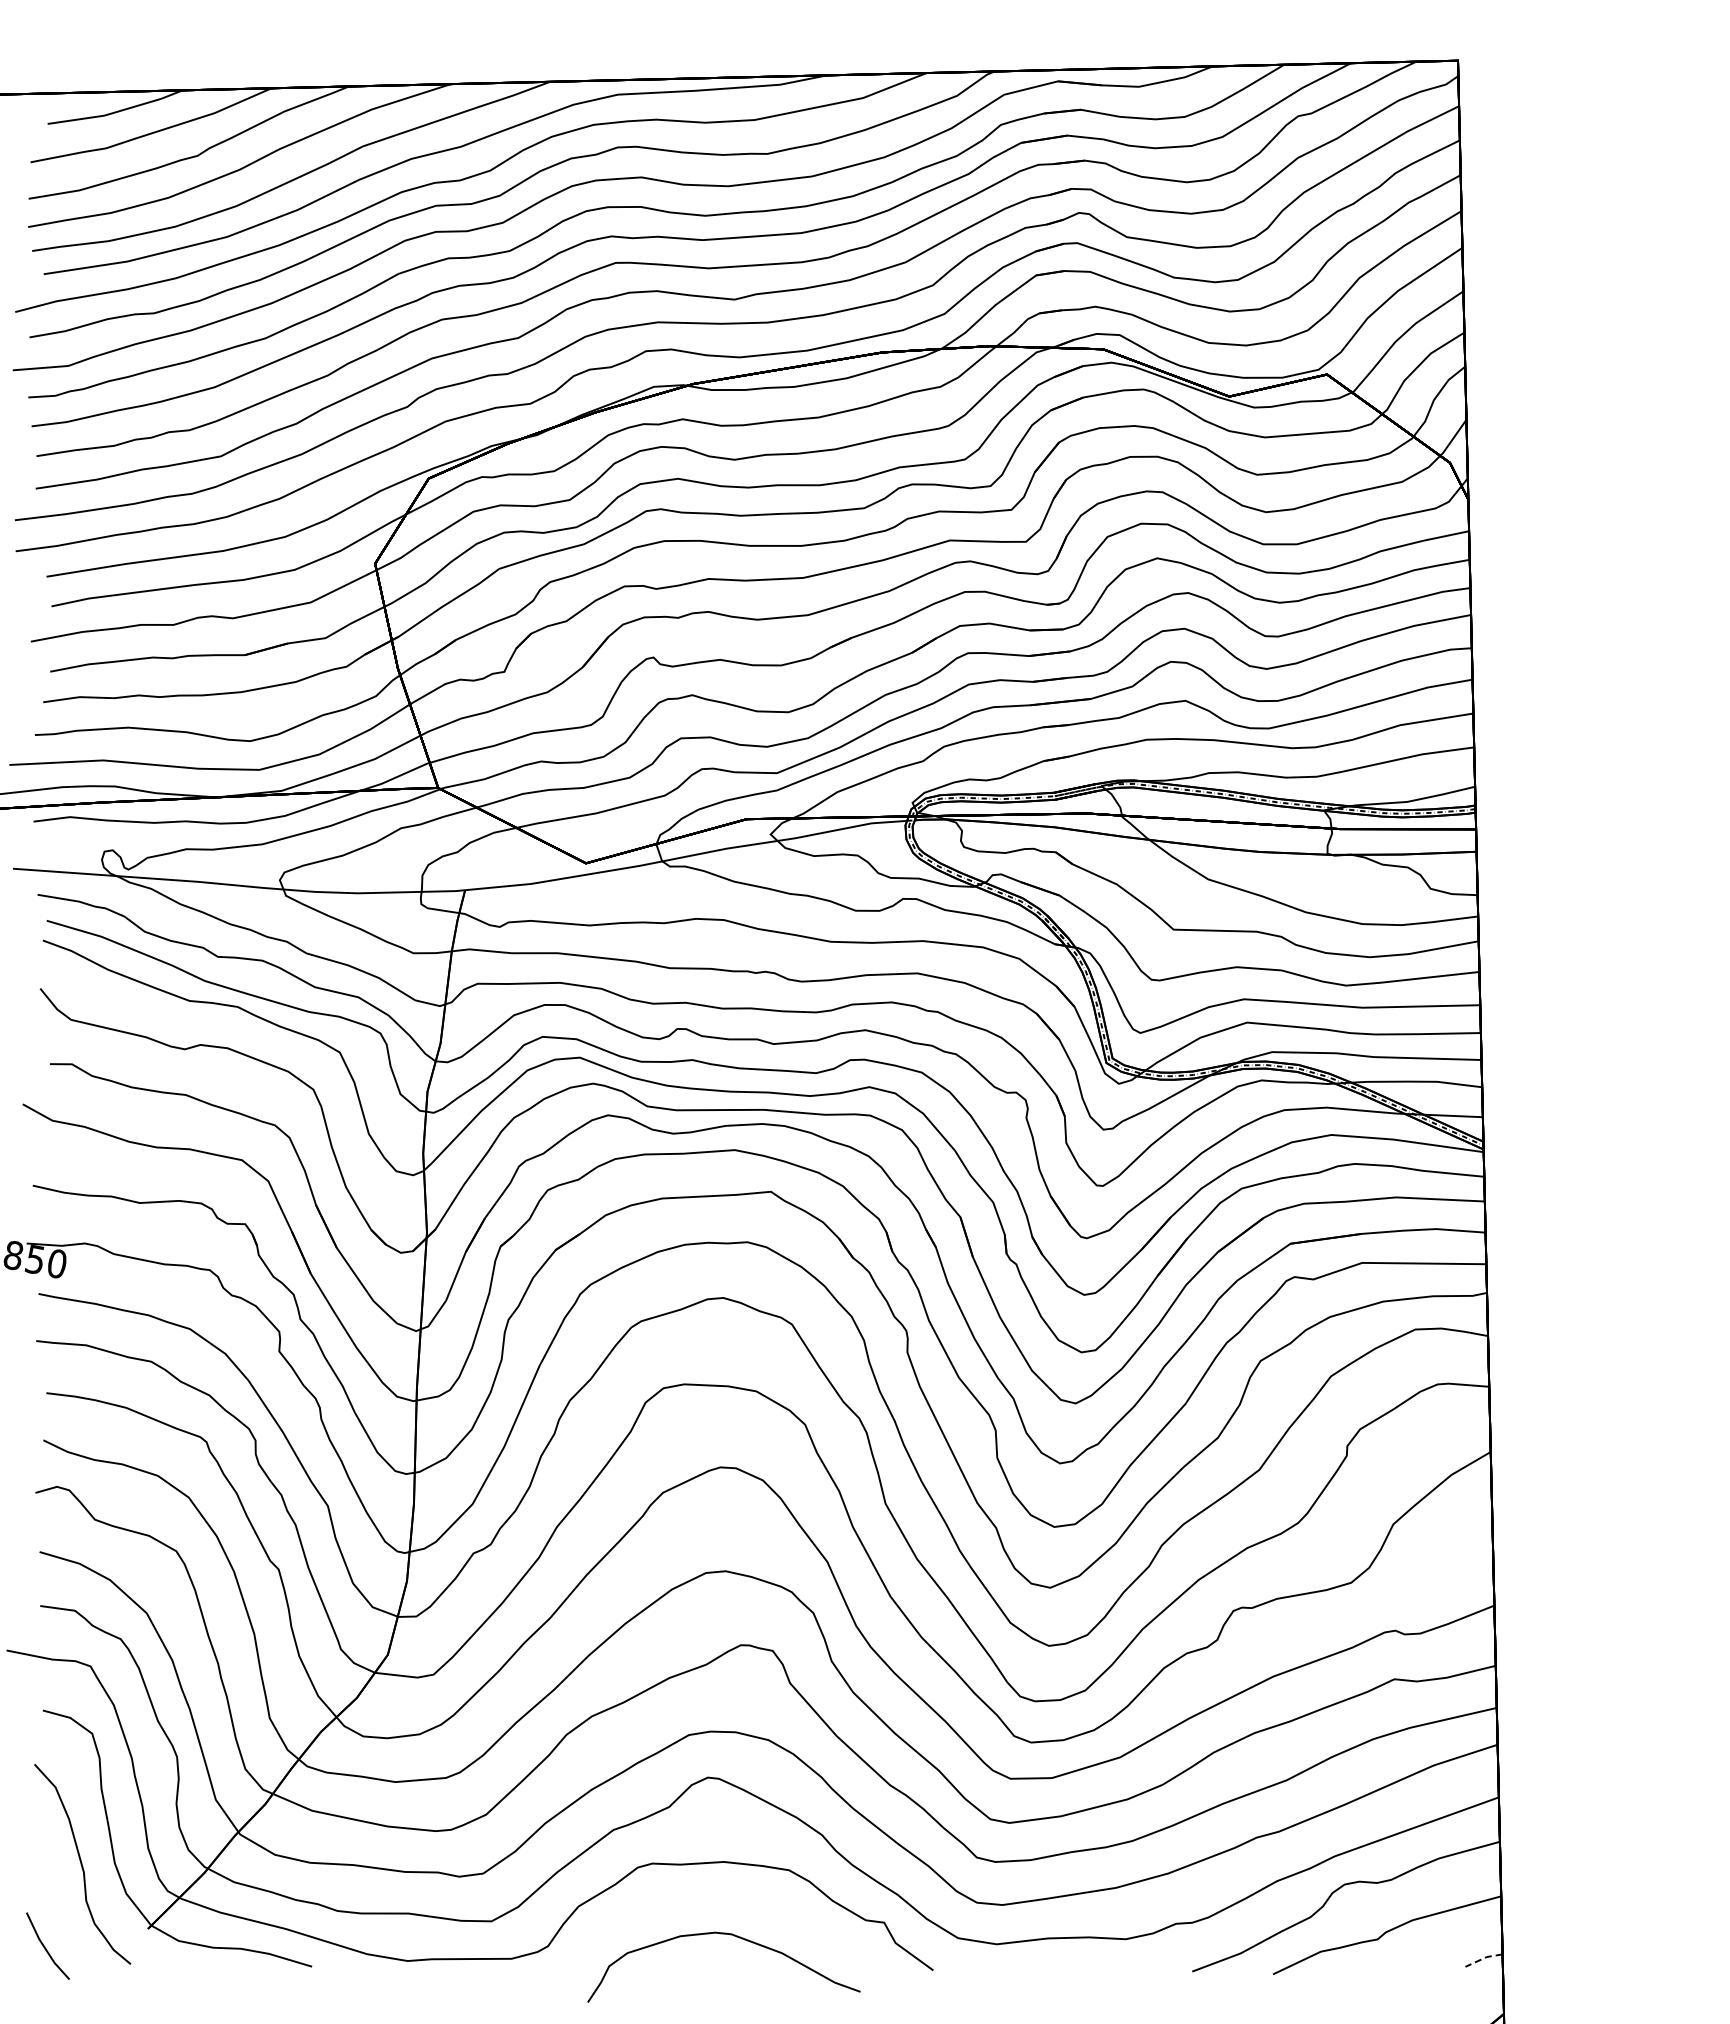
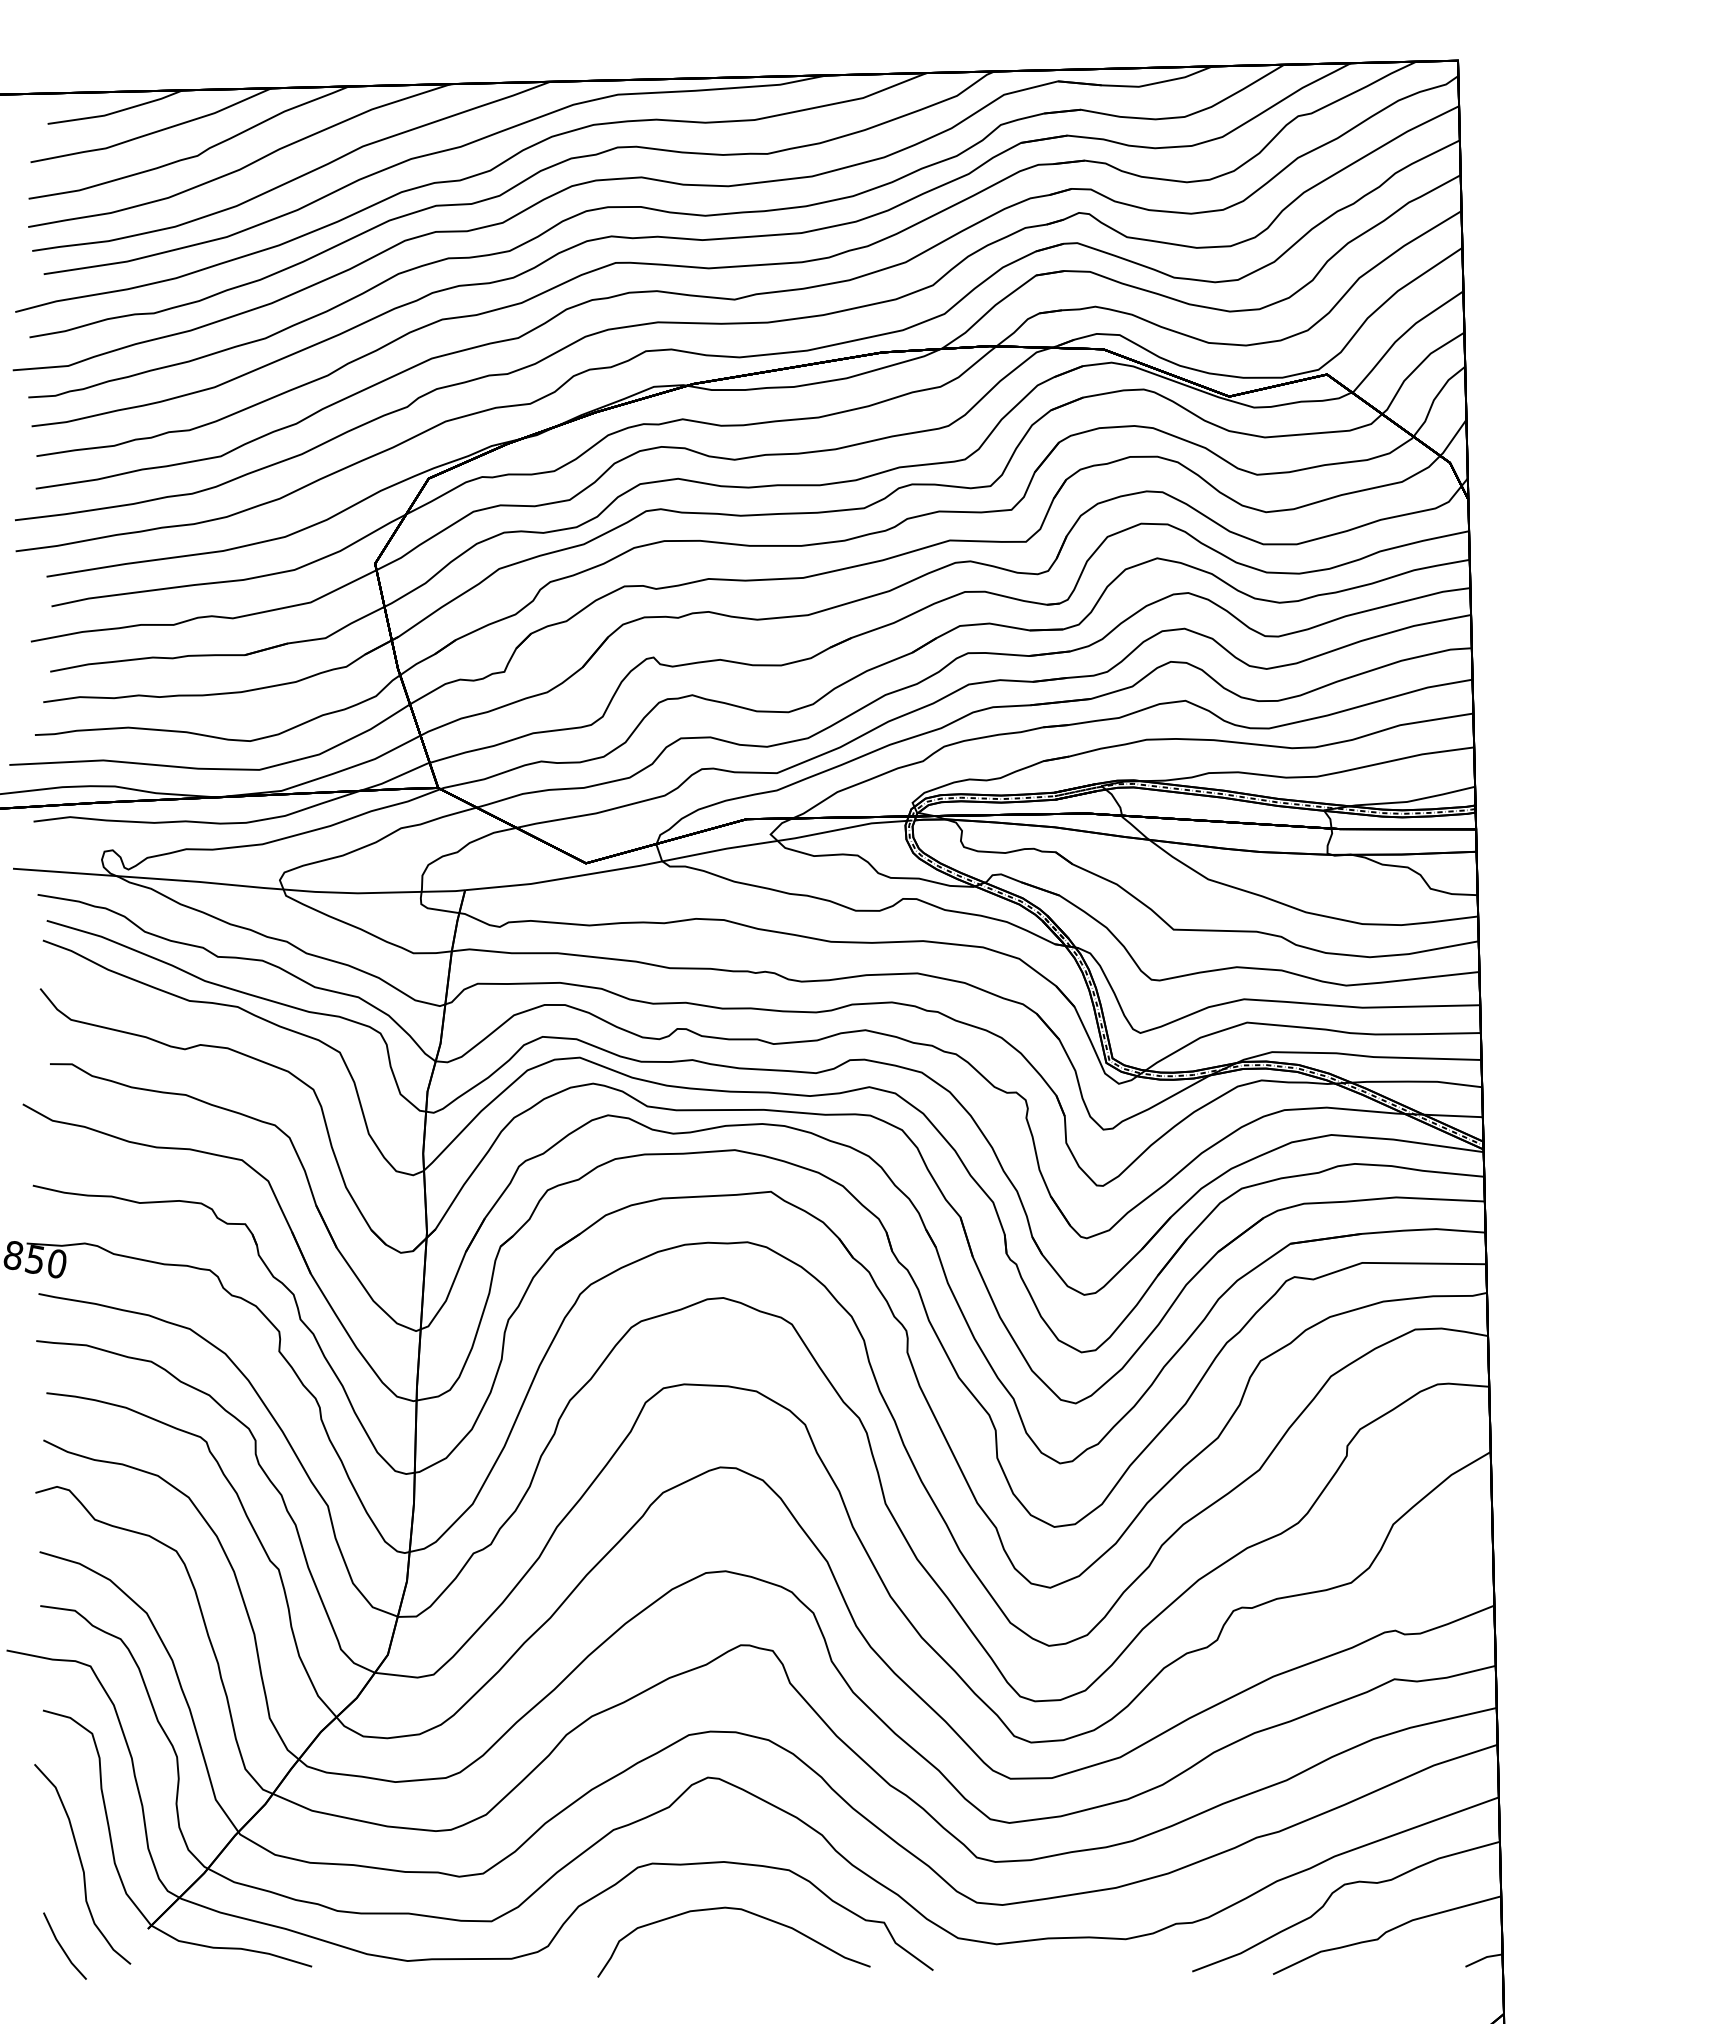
curve at (730, 1935) position: (730, 1935) -> (740, 1910)
line at (45, 1946) position: (45, 1946) -> (62, 1946)
line at (1483, 1958): dashed -> solid
